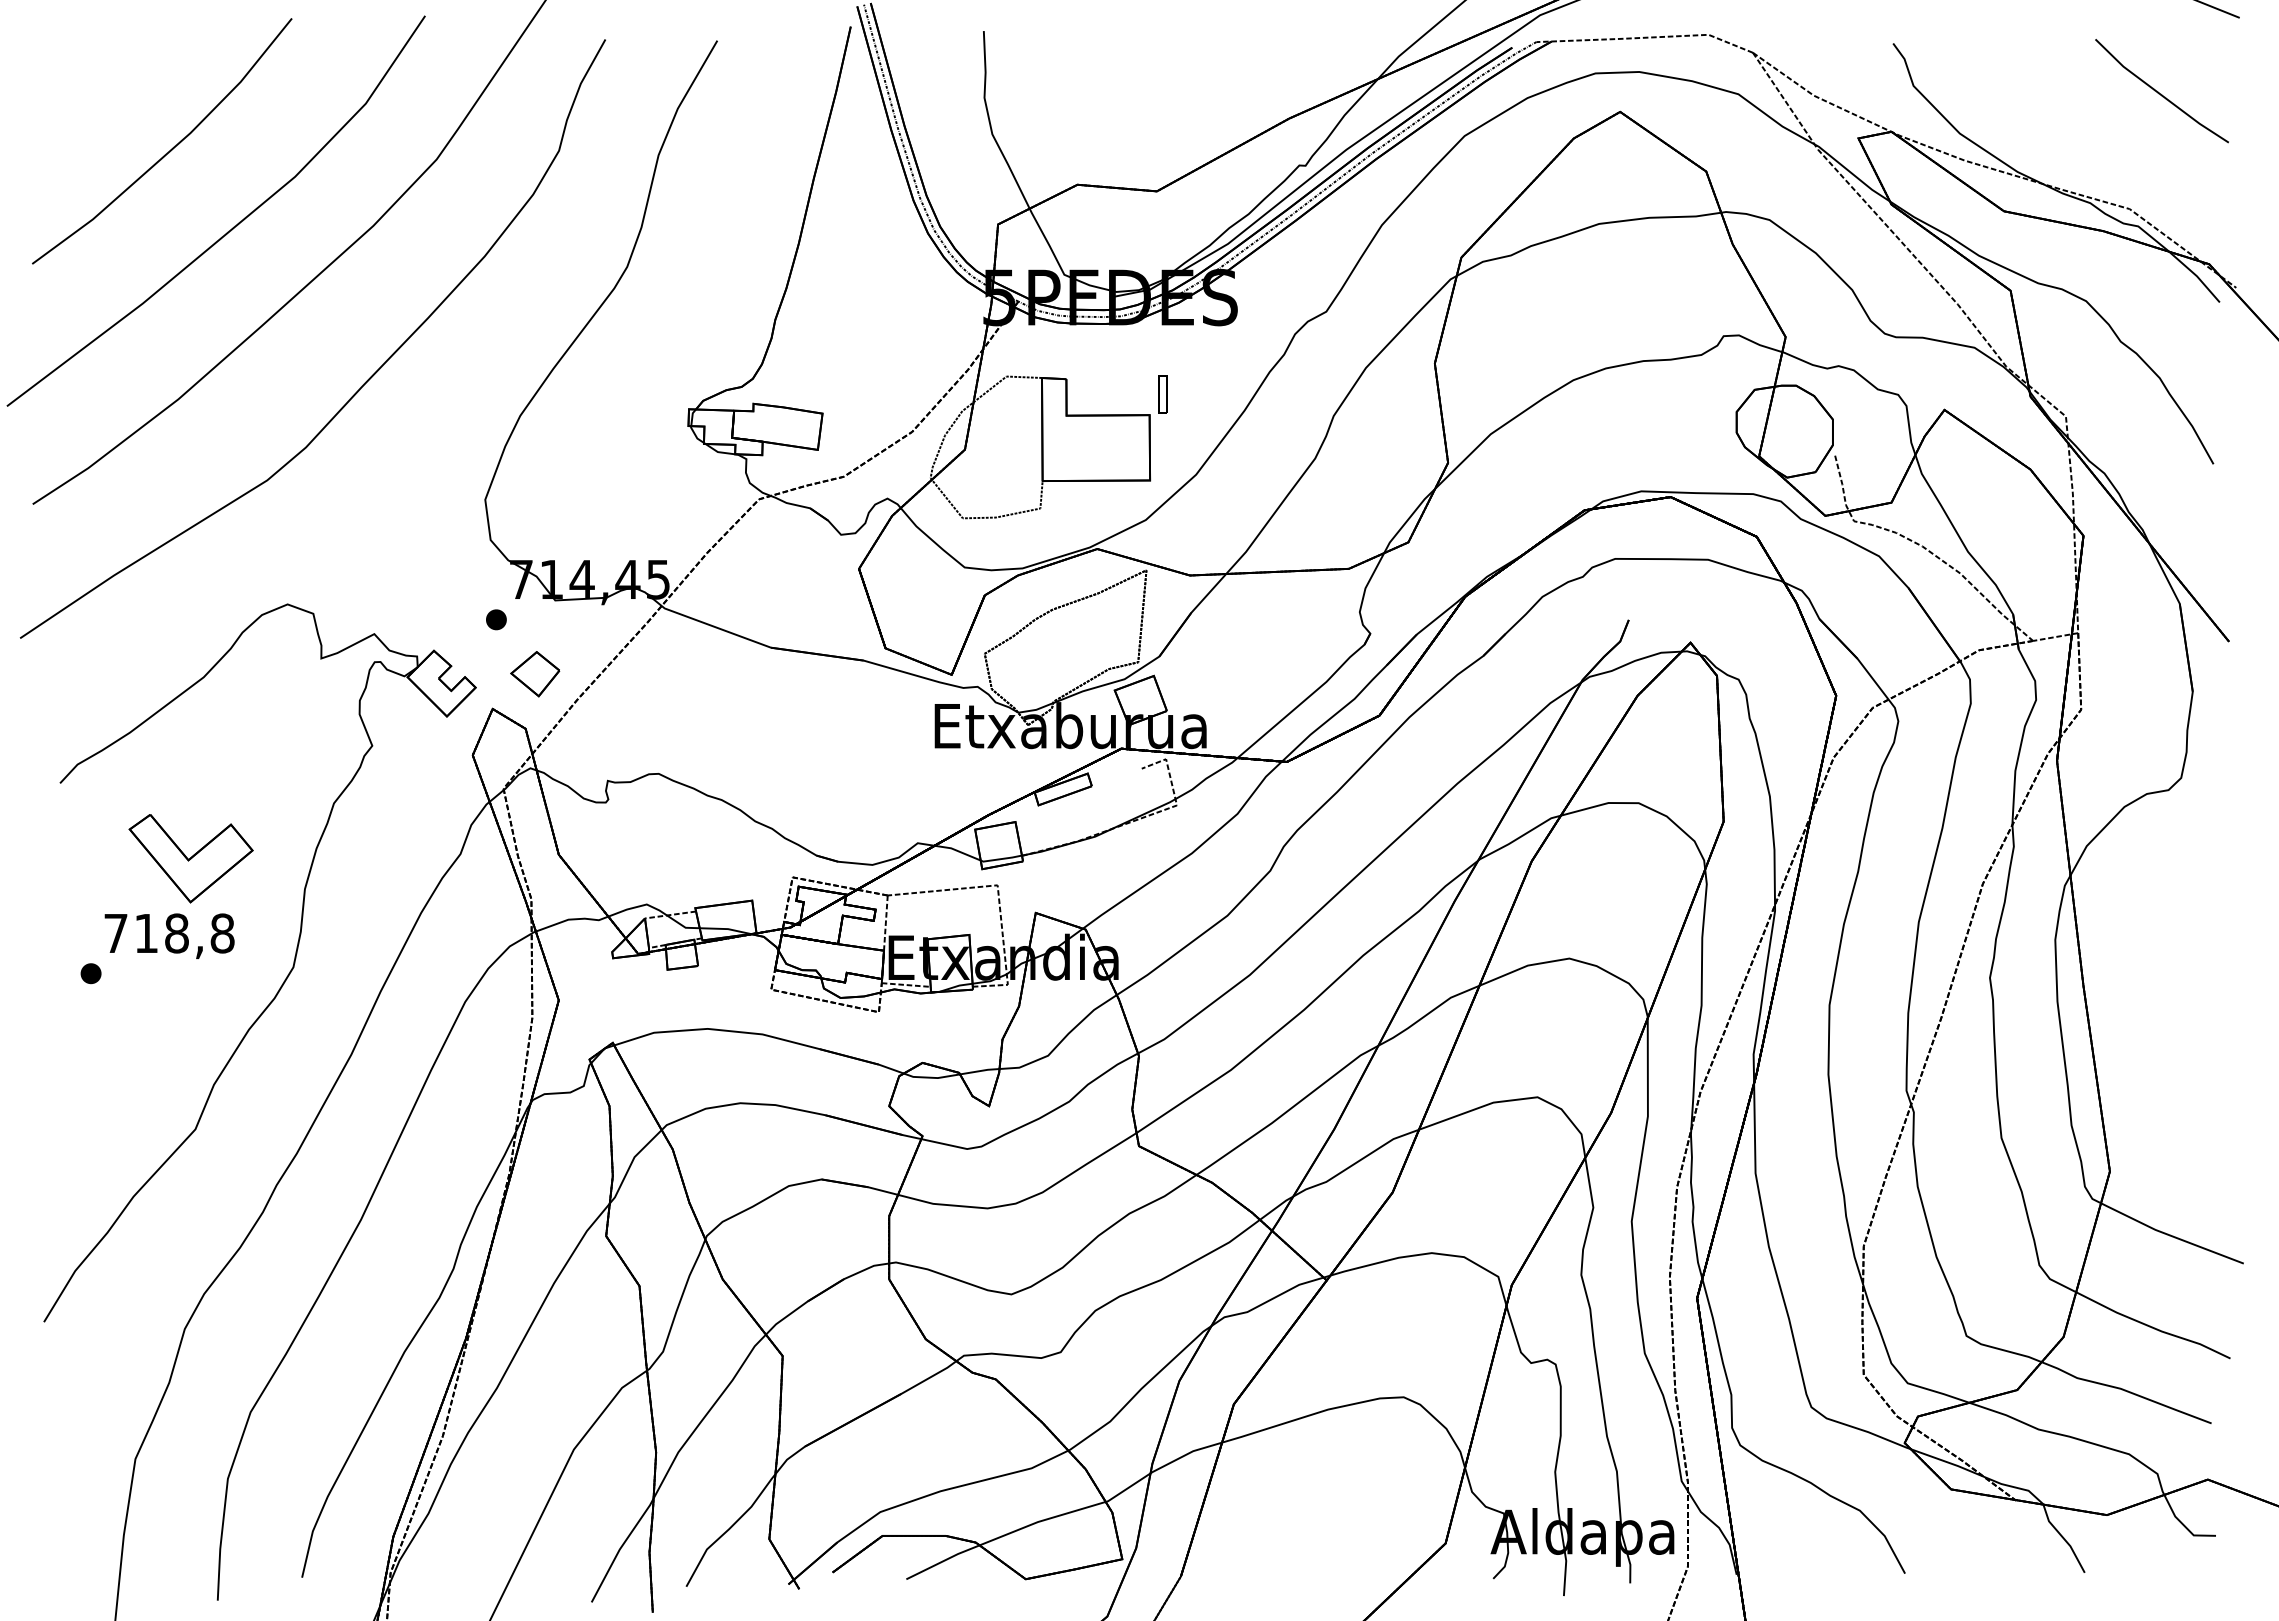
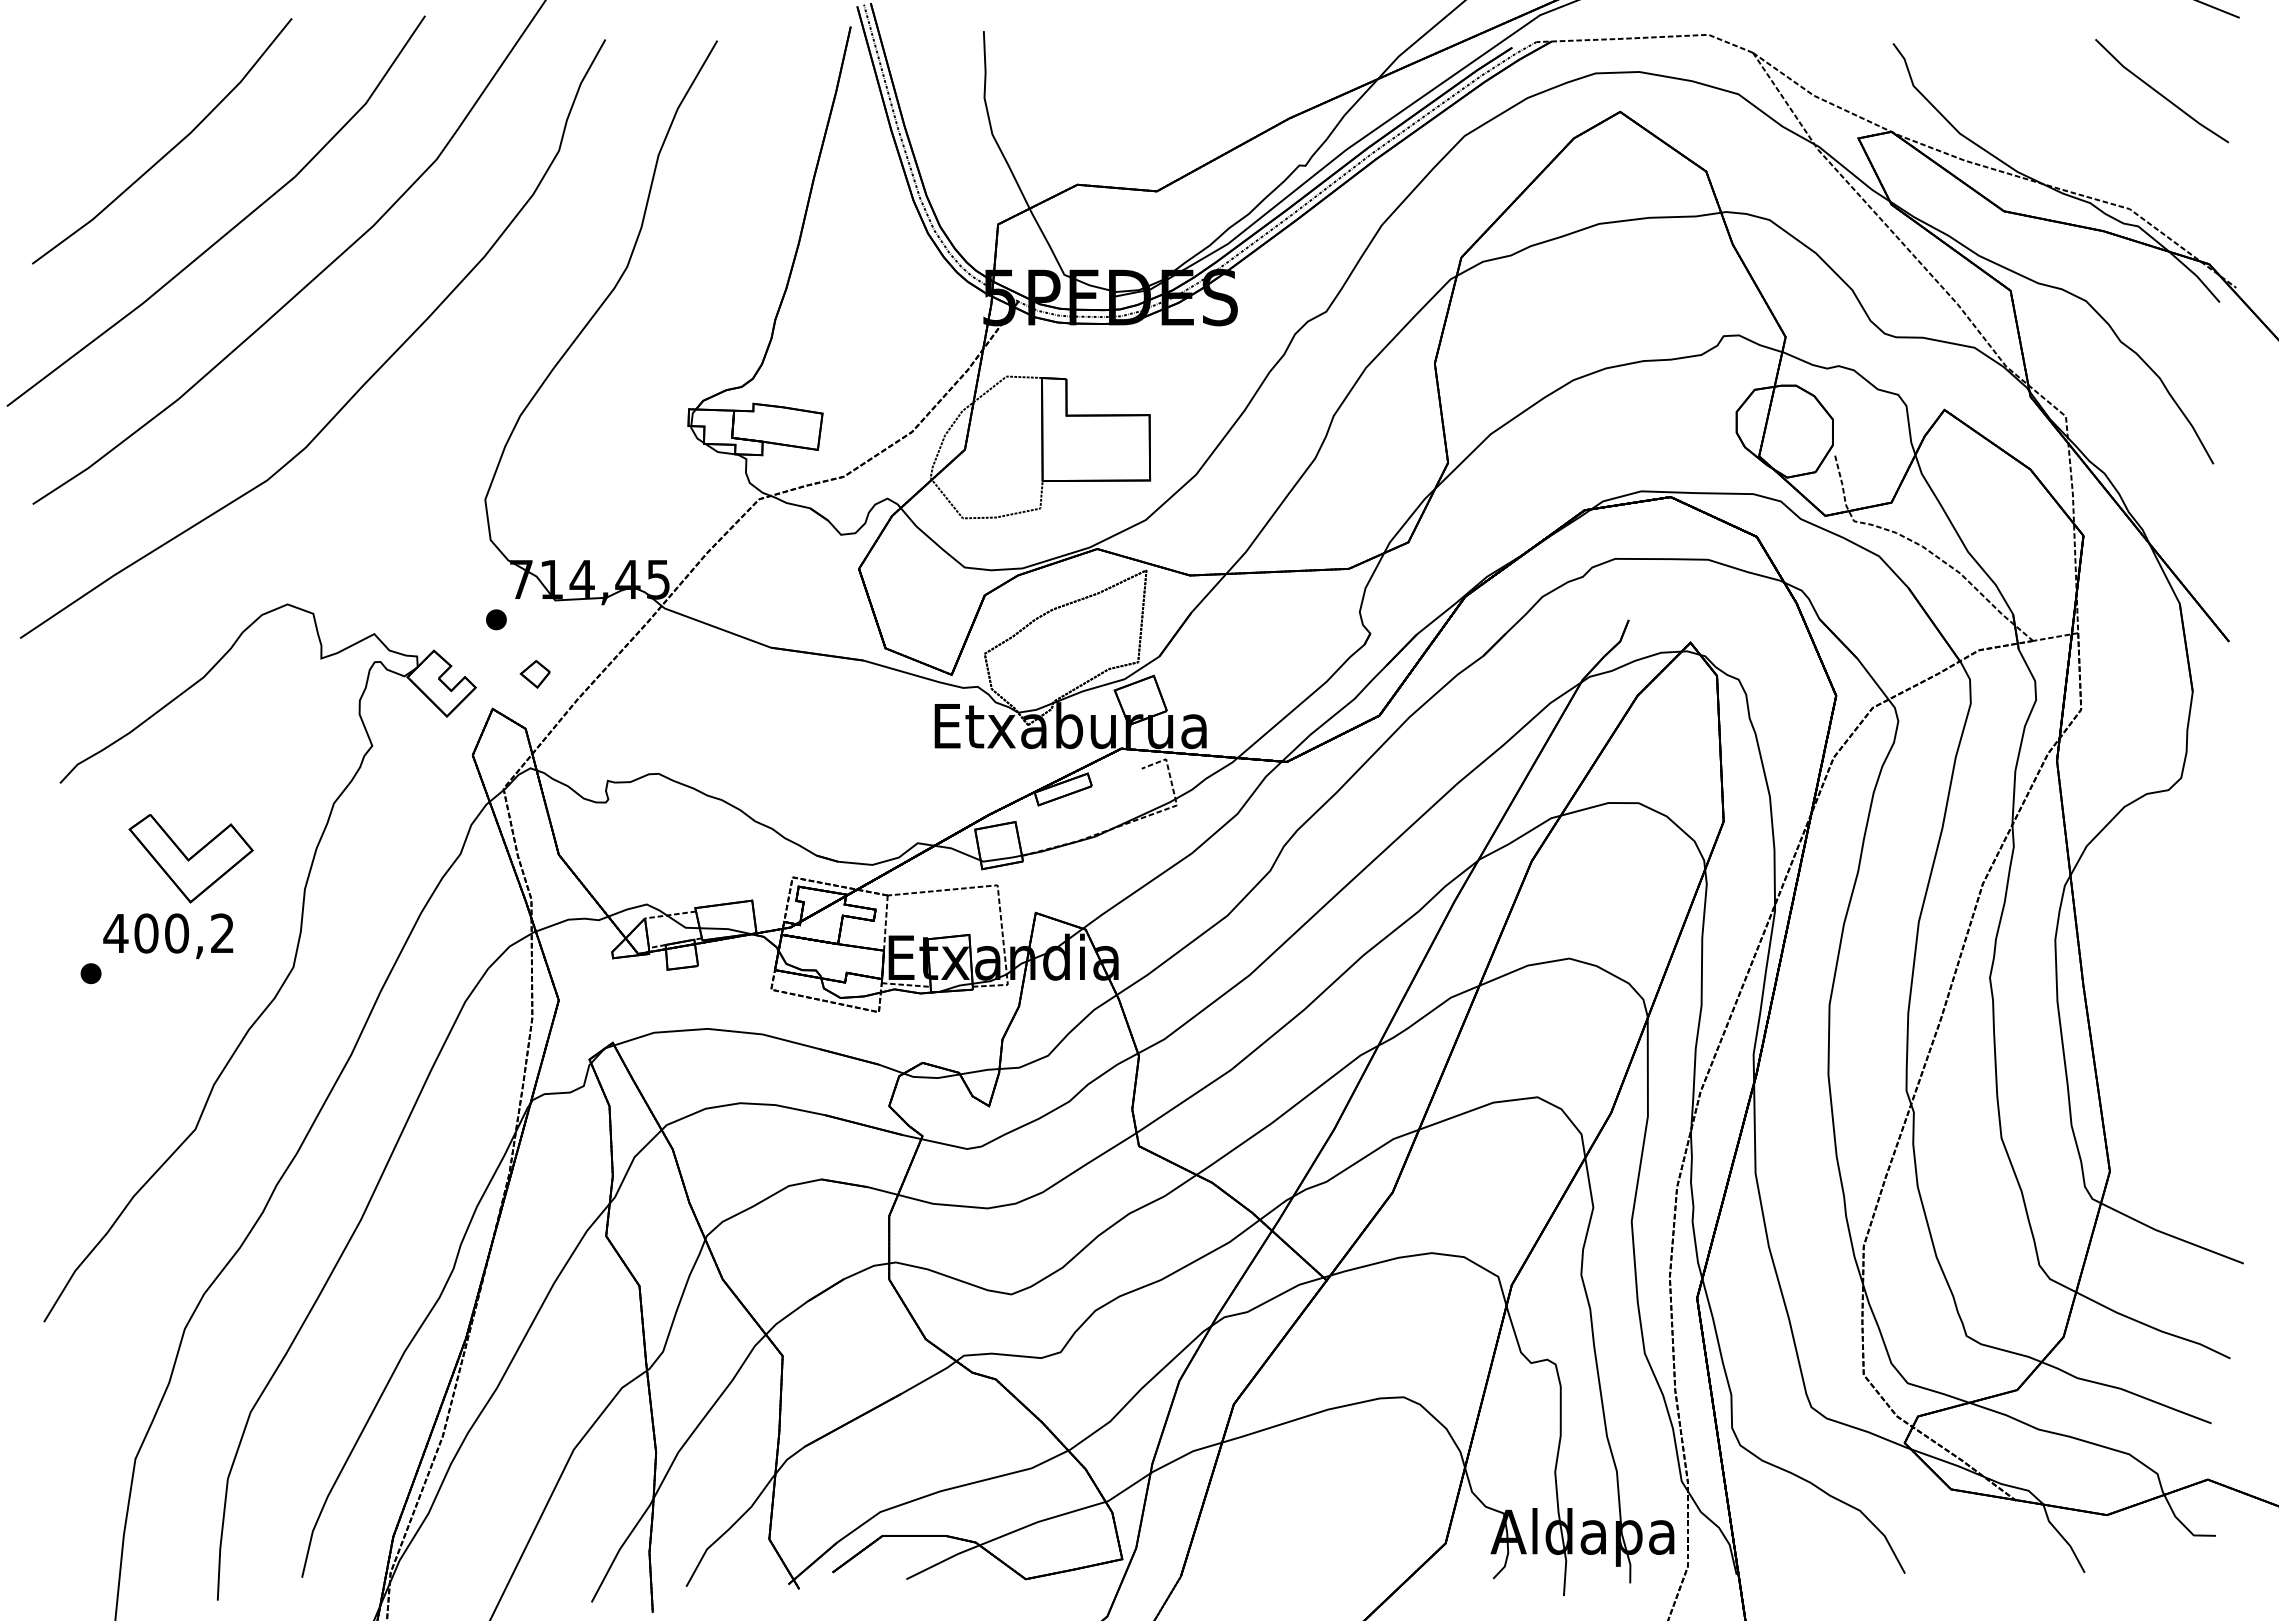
part at (1162, 394): present -> none
part at (535, 674) size: 51x47 px -> 32x29 px
text at (168, 933): 718,8 -> 400,2
